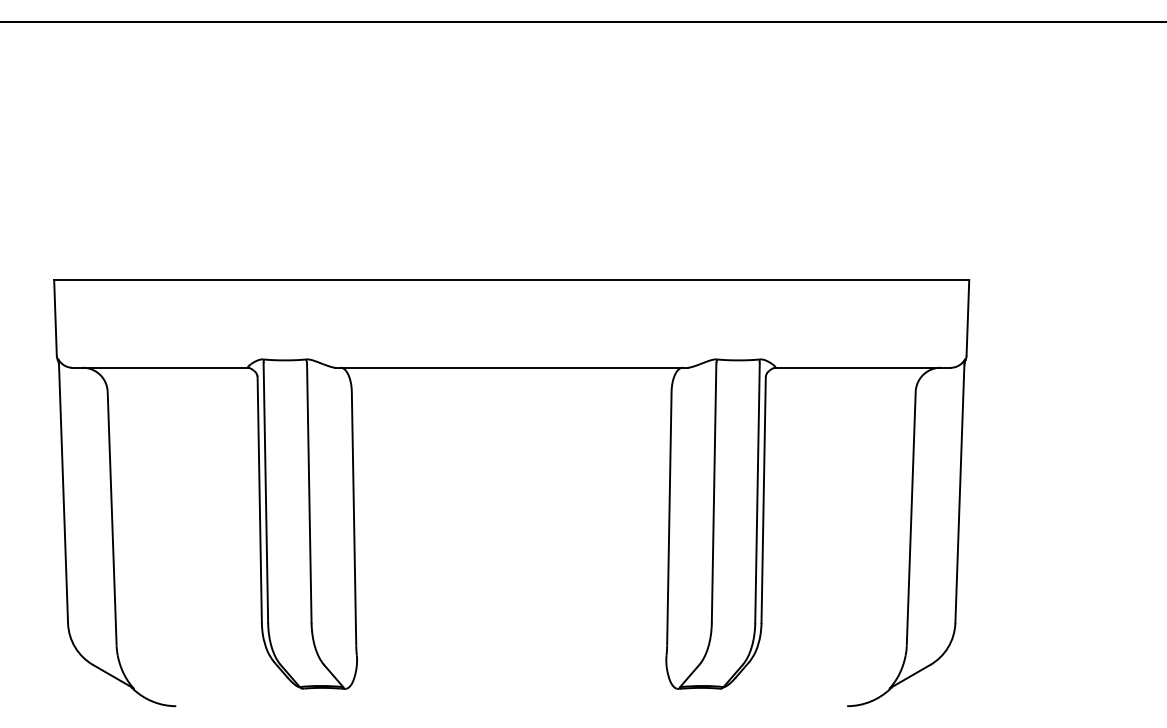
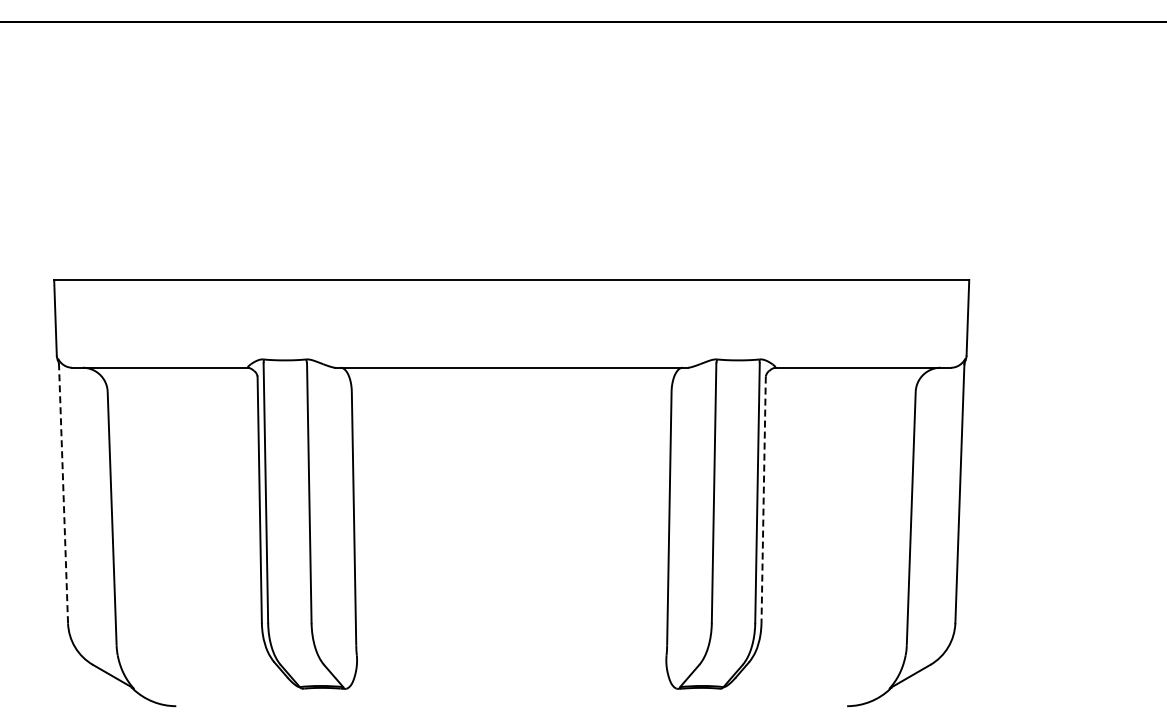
line at (63, 493): solid -> dashed
line at (763, 500): solid -> dashed
